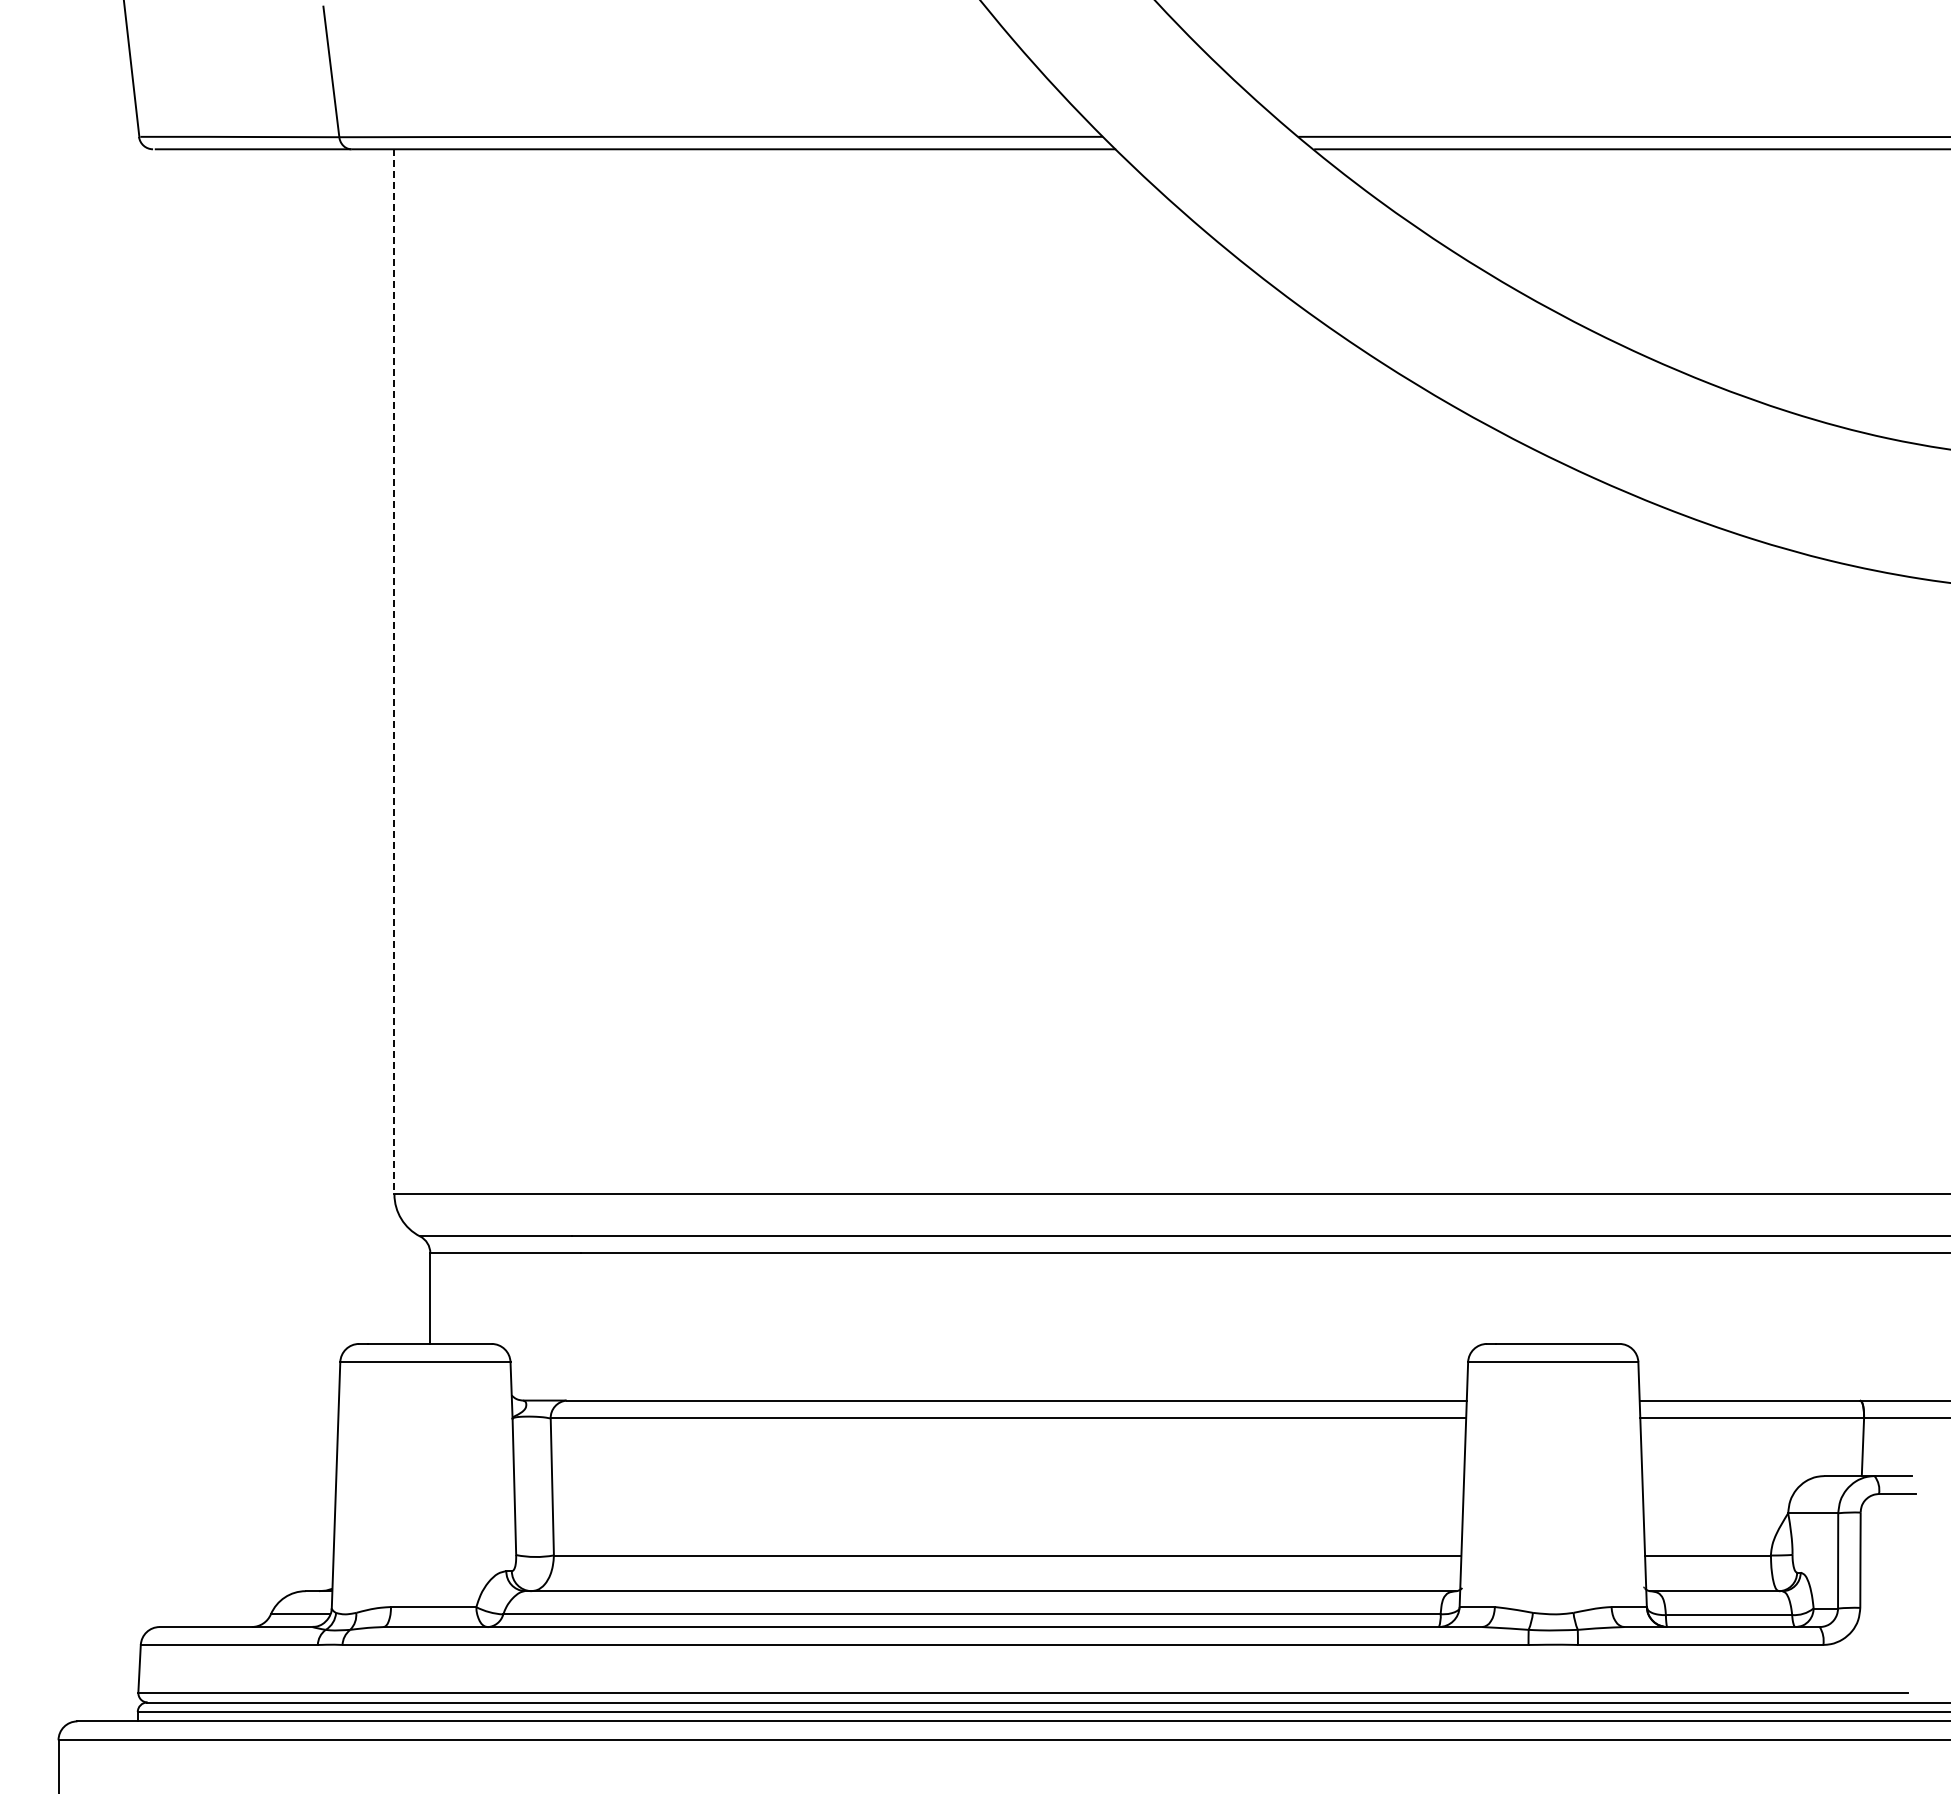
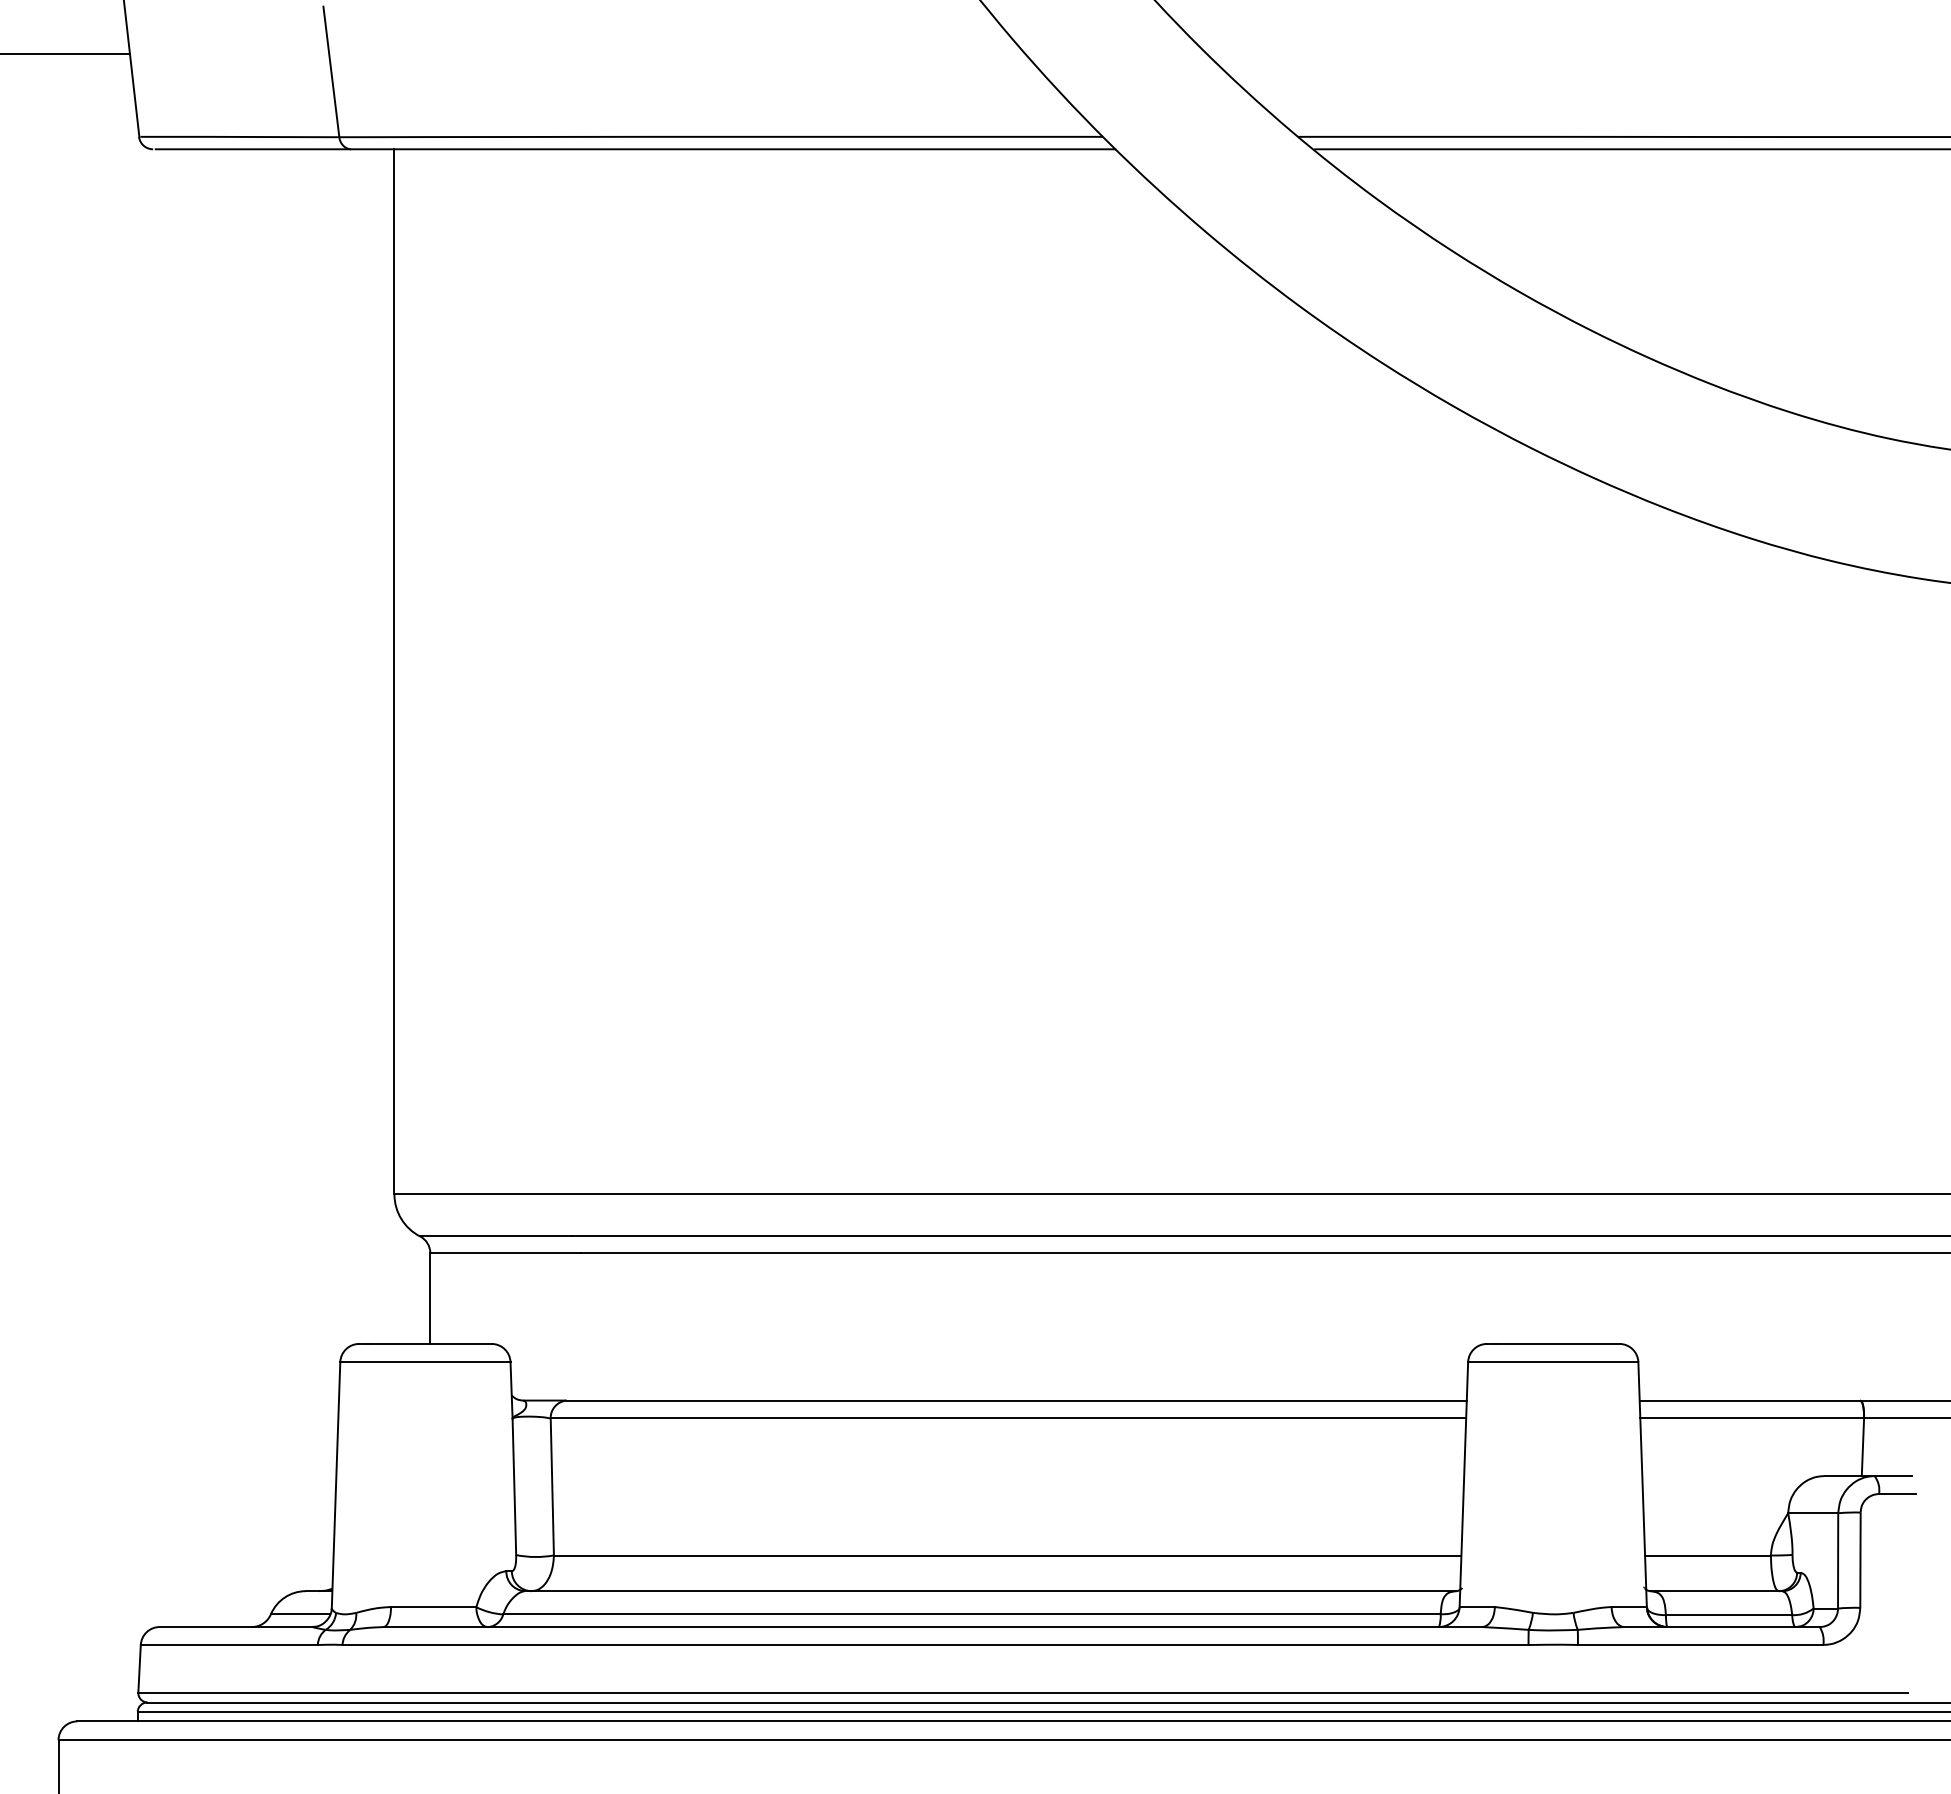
line at (65, 53): none -> present
line at (394, 671): dashed -> solid
